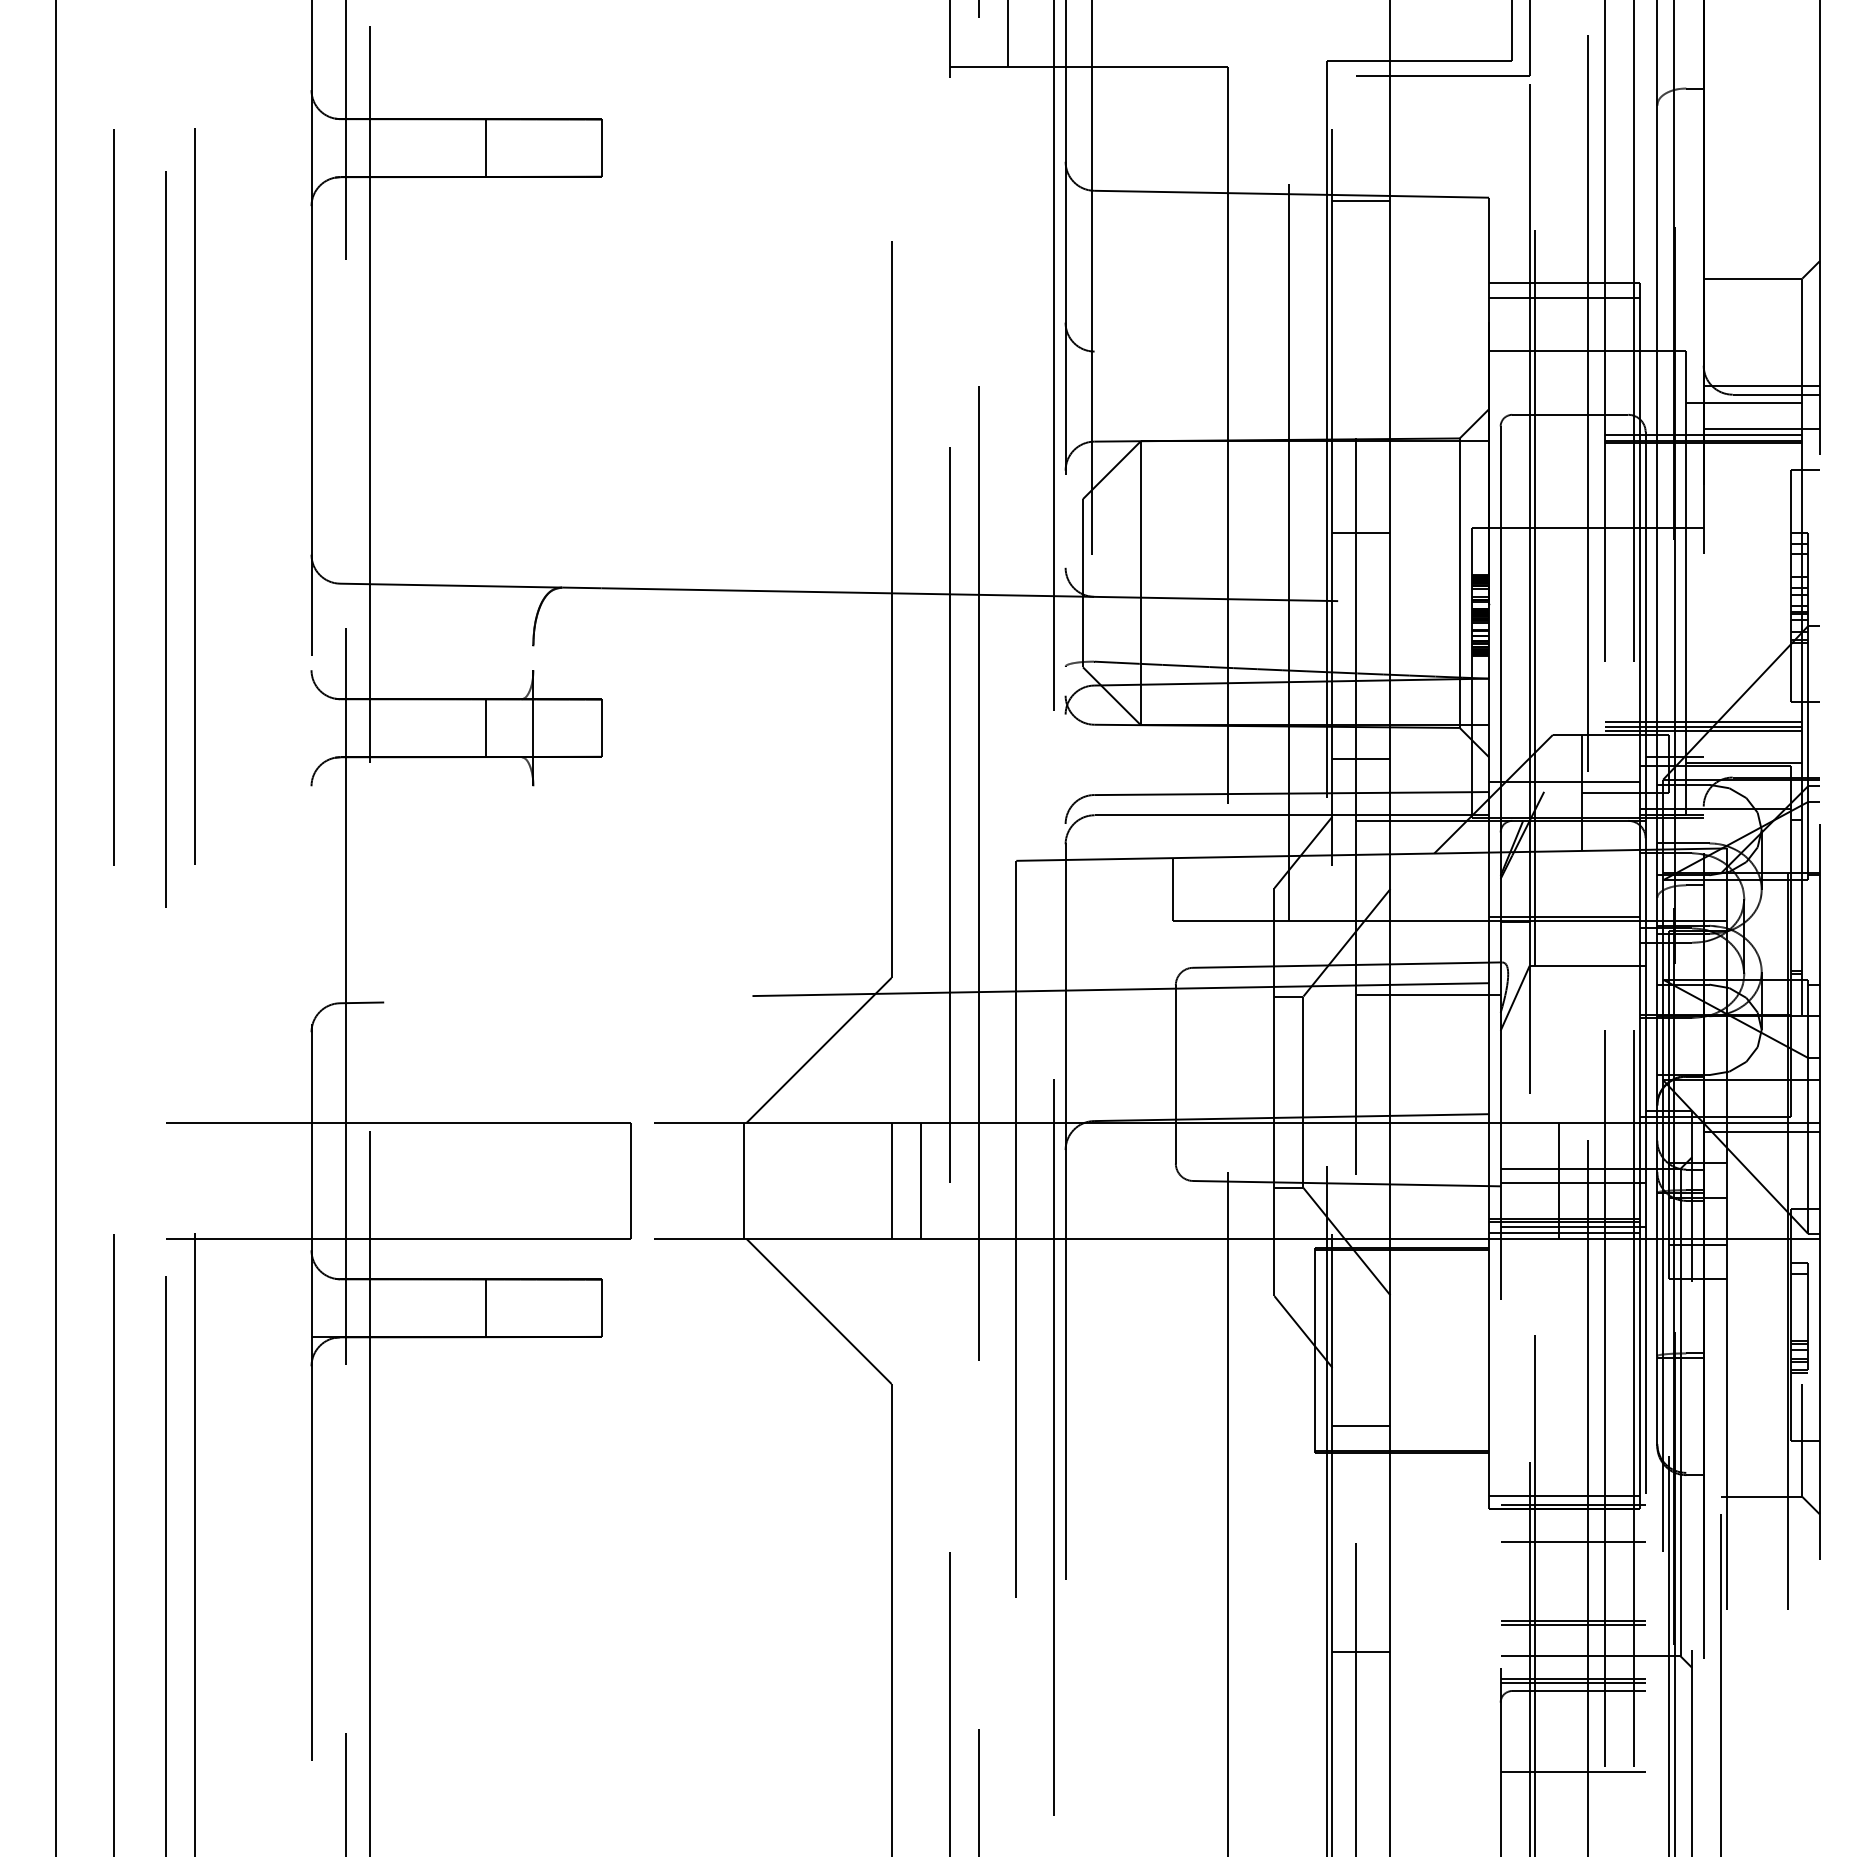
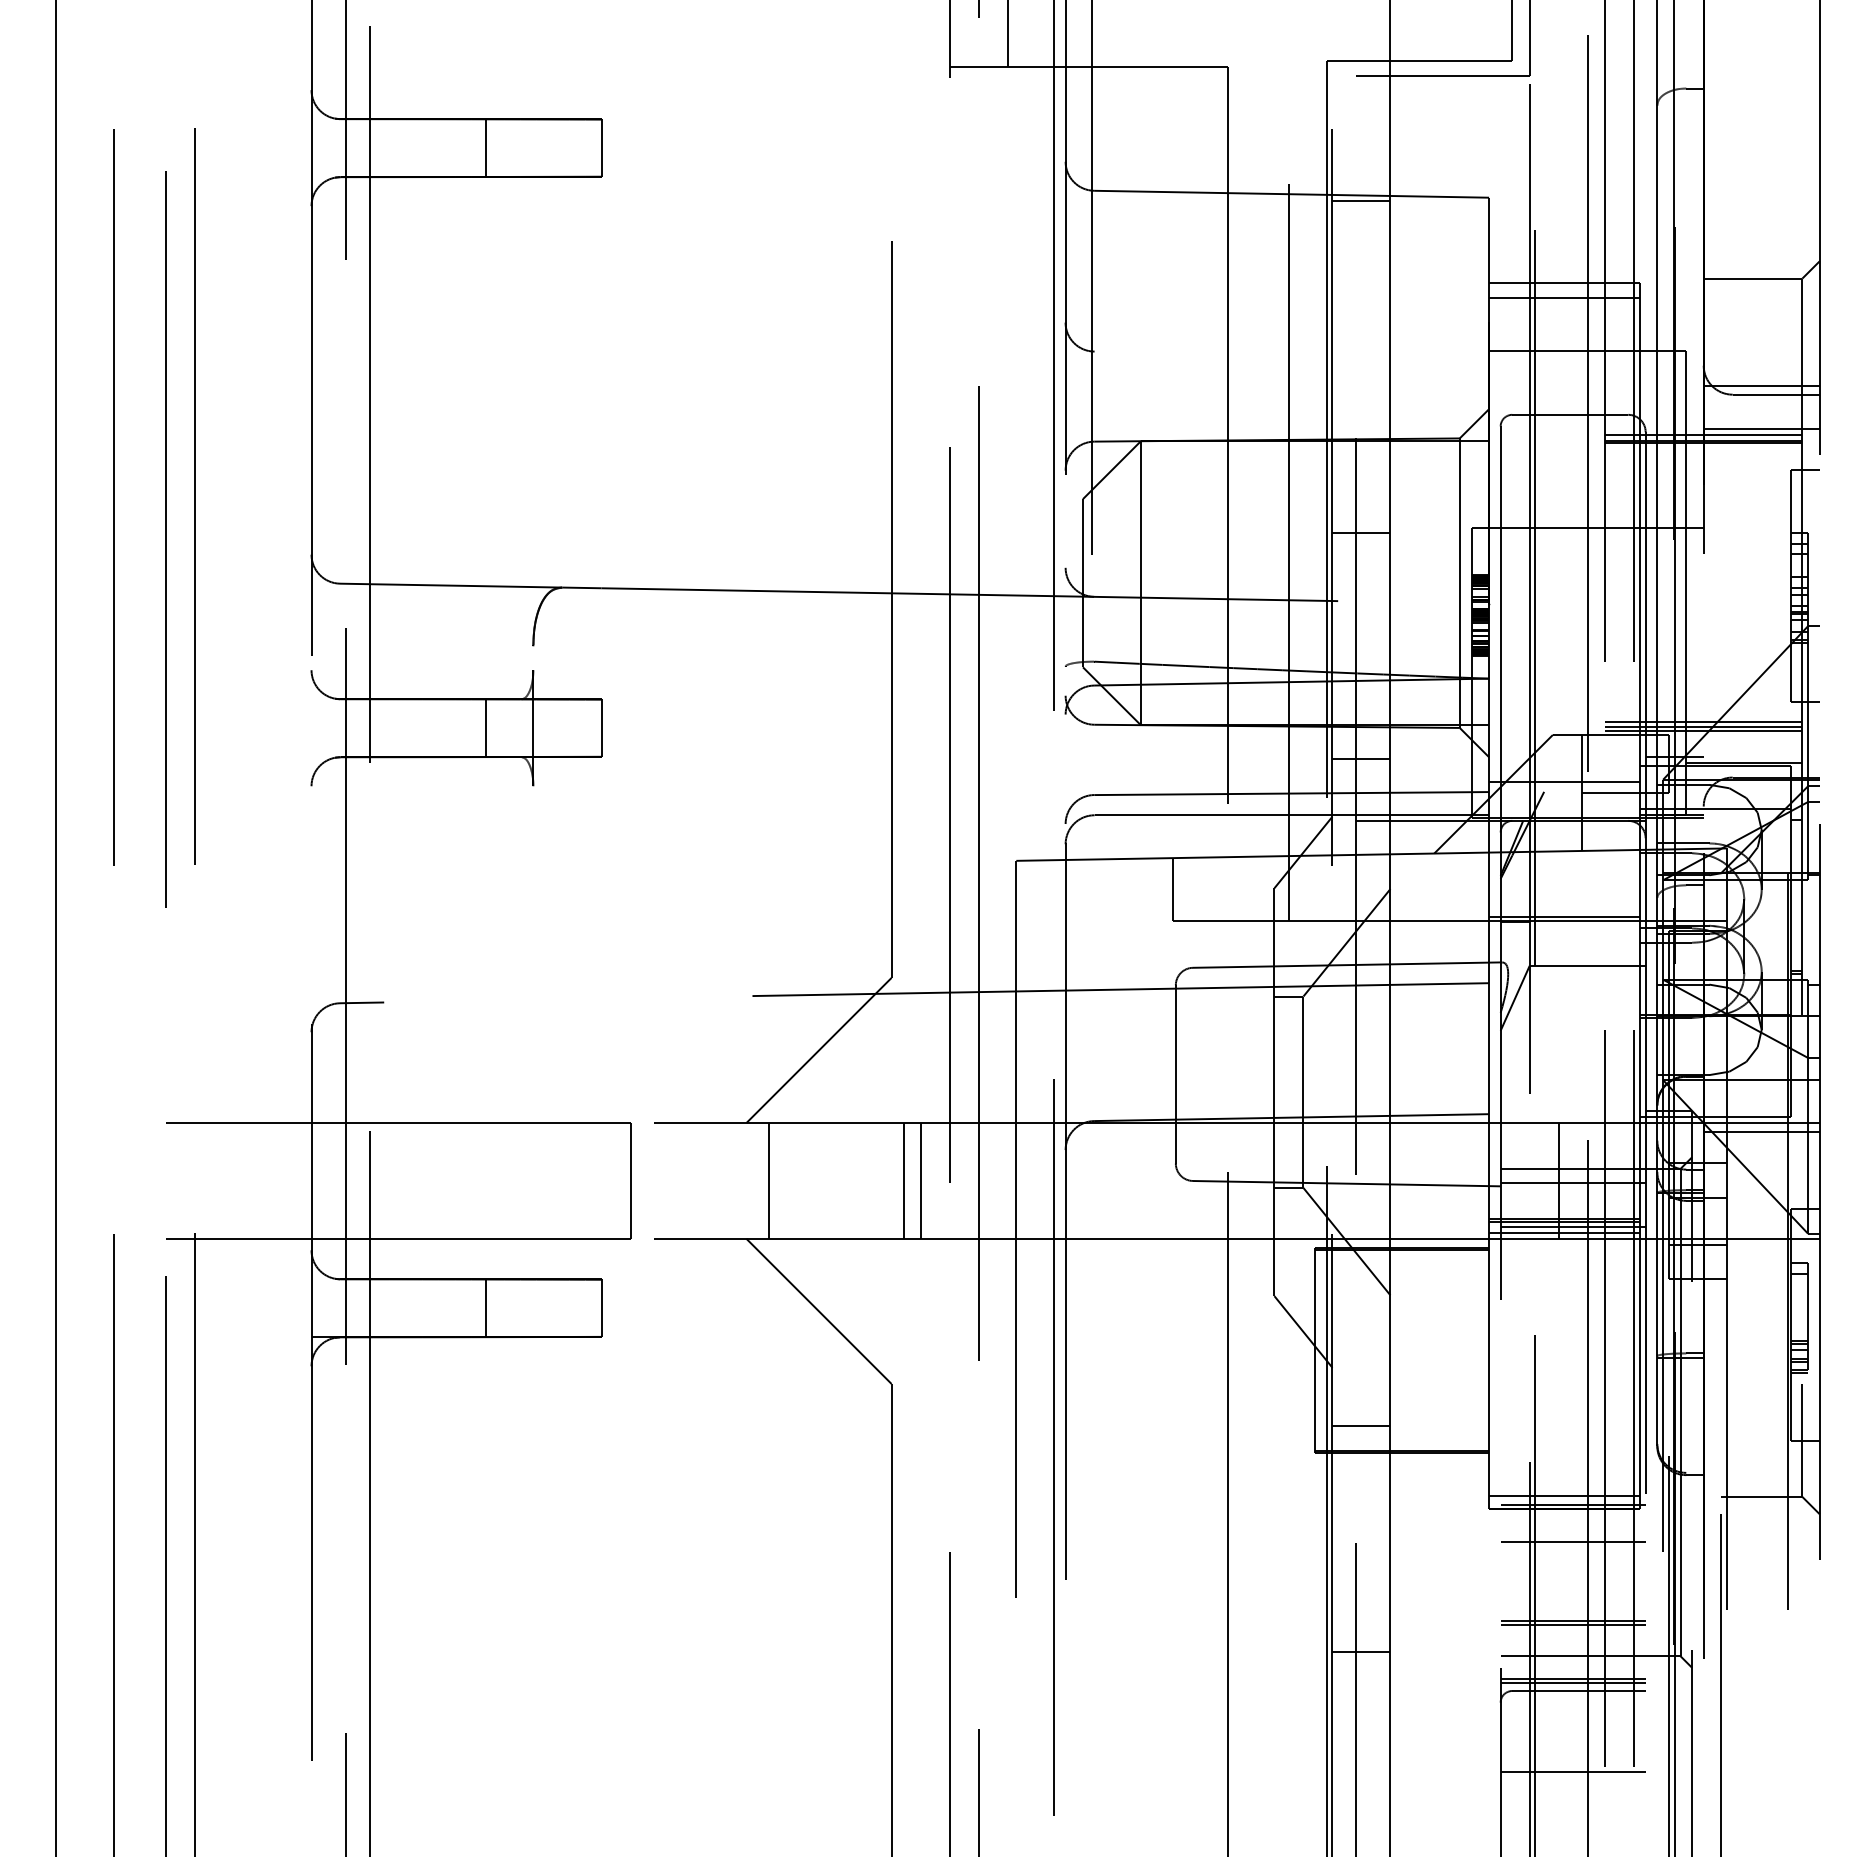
line at (1744, 403): present -> none
line at (1427, 994): present -> none
line at (743, 1180) position: (743, 1180) -> (768, 1180)
line at (891, 1180) position: (891, 1180) -> (903, 1180)
